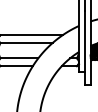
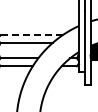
line at (32, 35): solid -> dashed
